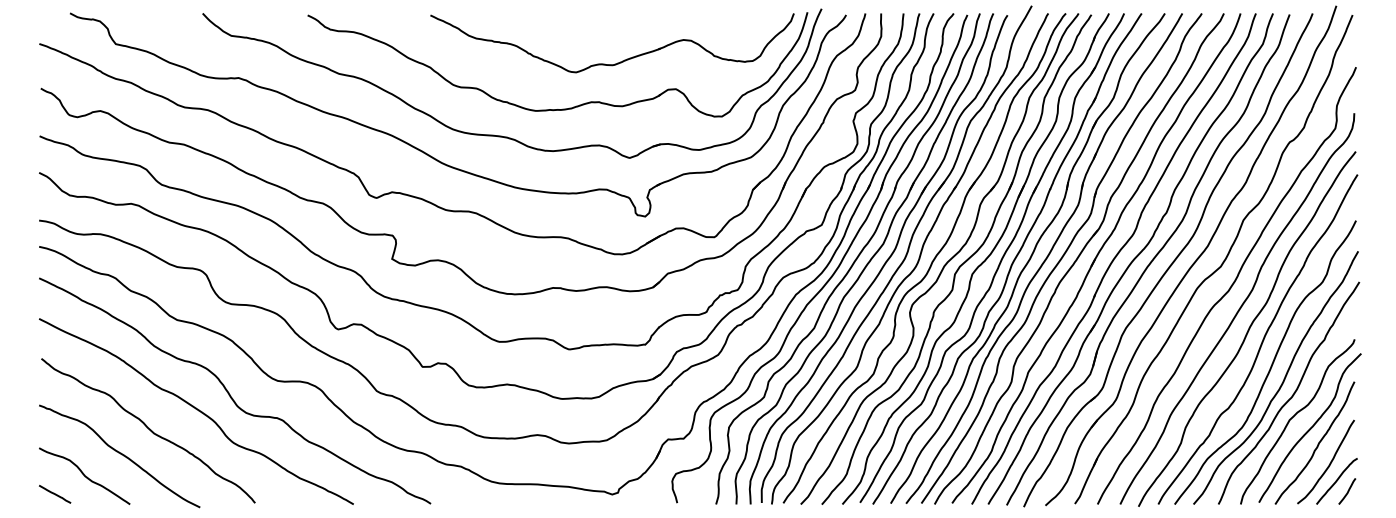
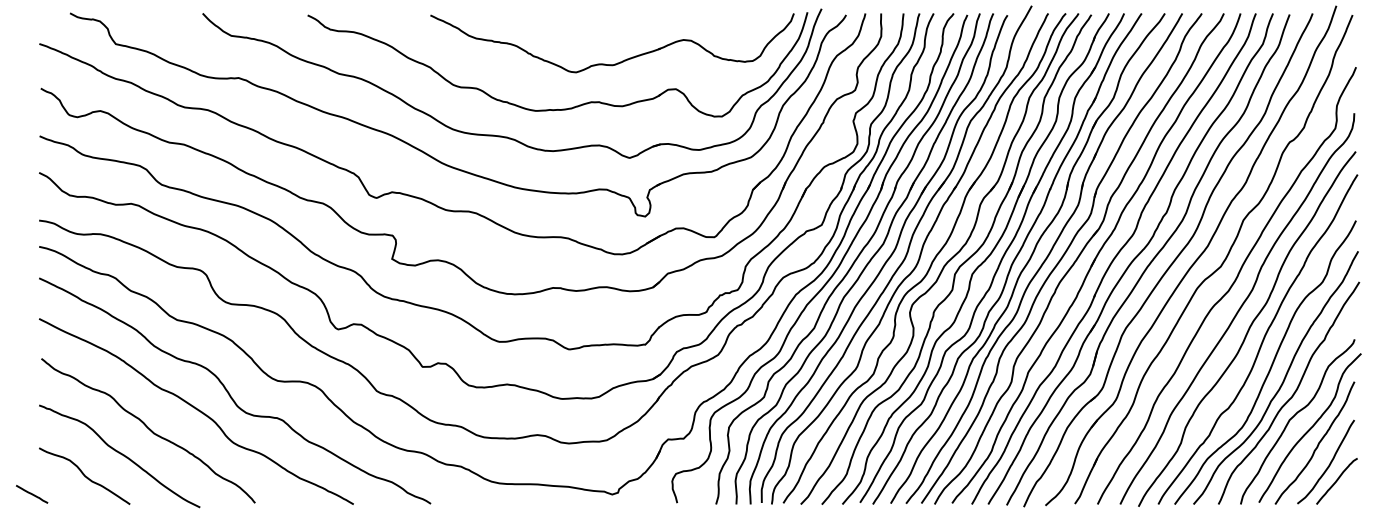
line at (1347, 491): present -> none
line at (55, 494) position: (55, 494) -> (32, 494)
